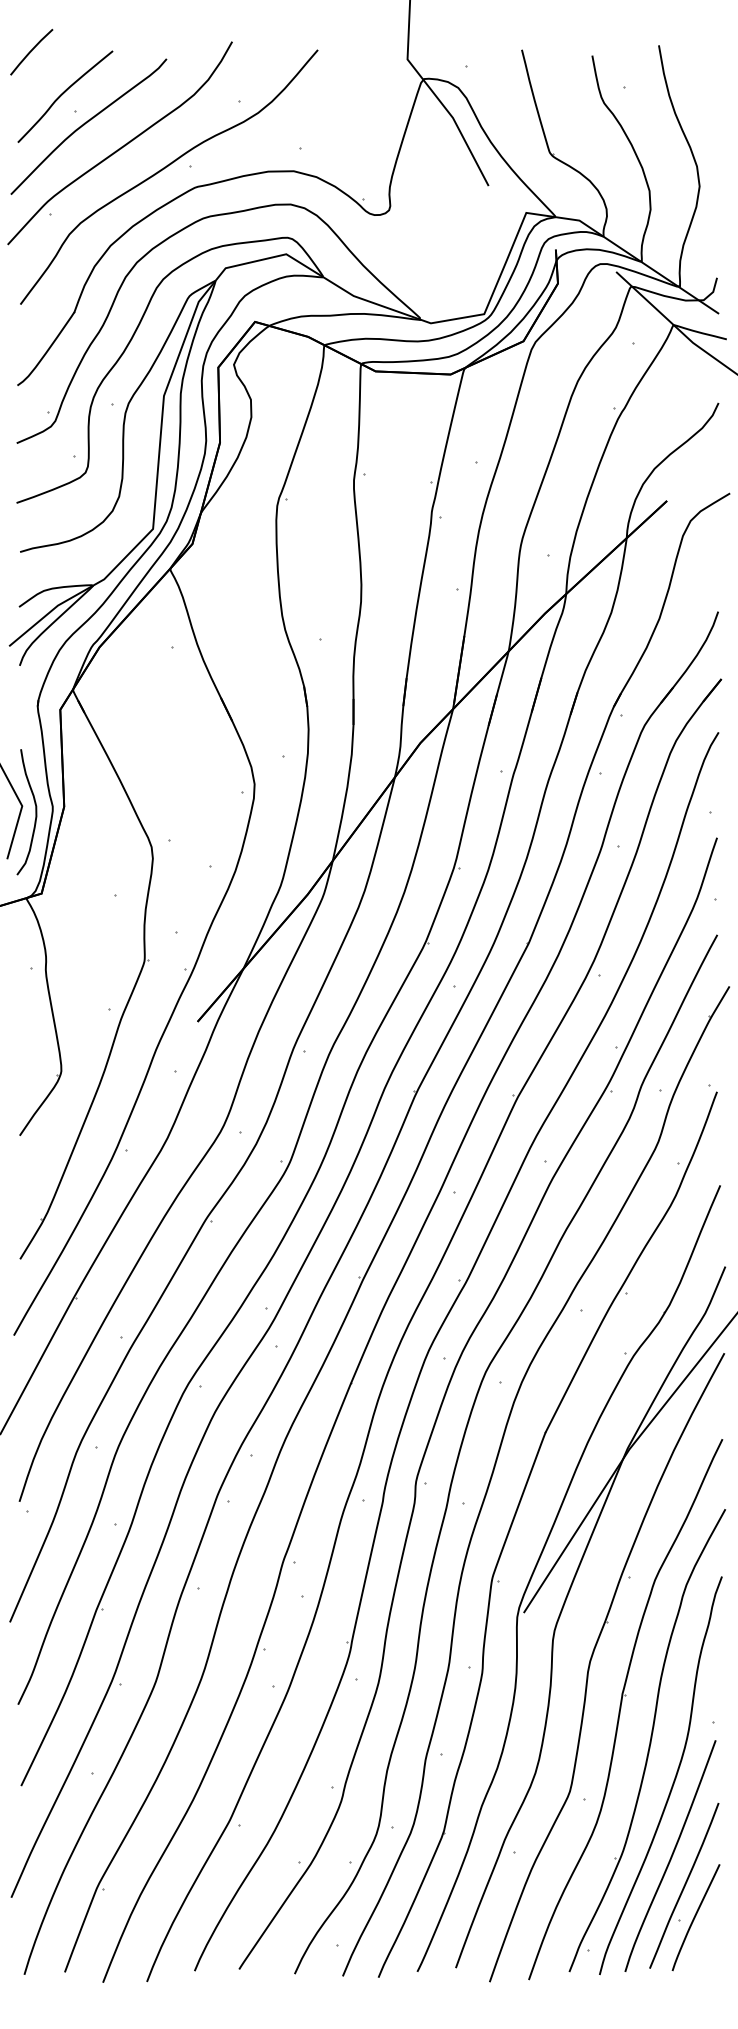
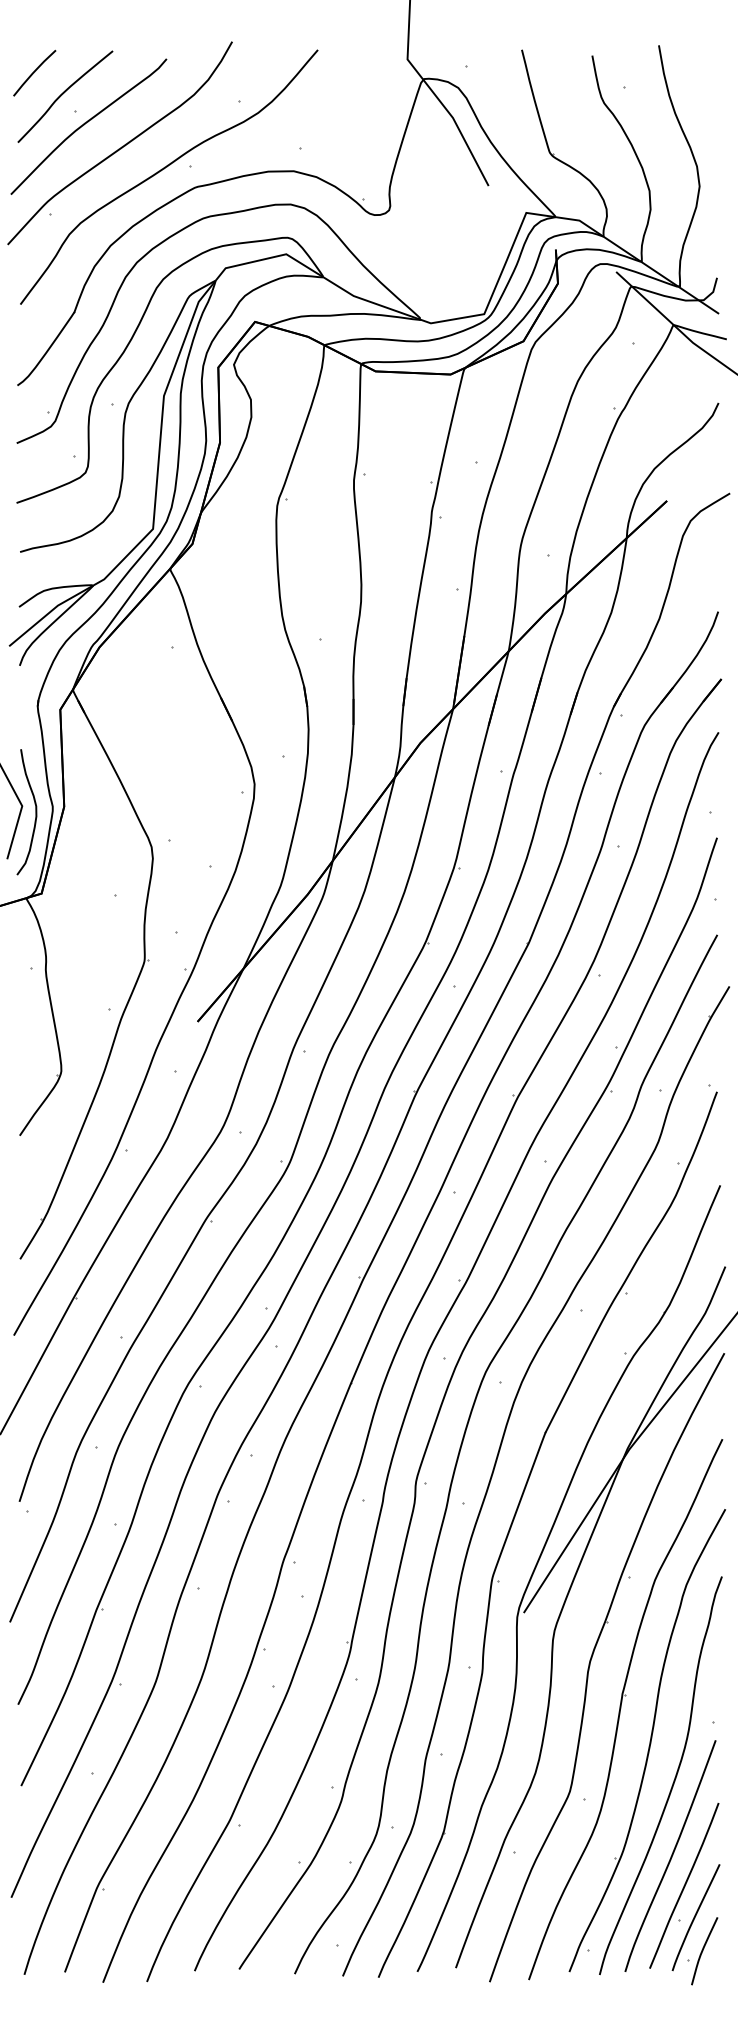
line at (31, 51) position: (31, 51) -> (34, 72)
part at (702, 1951): none -> present
